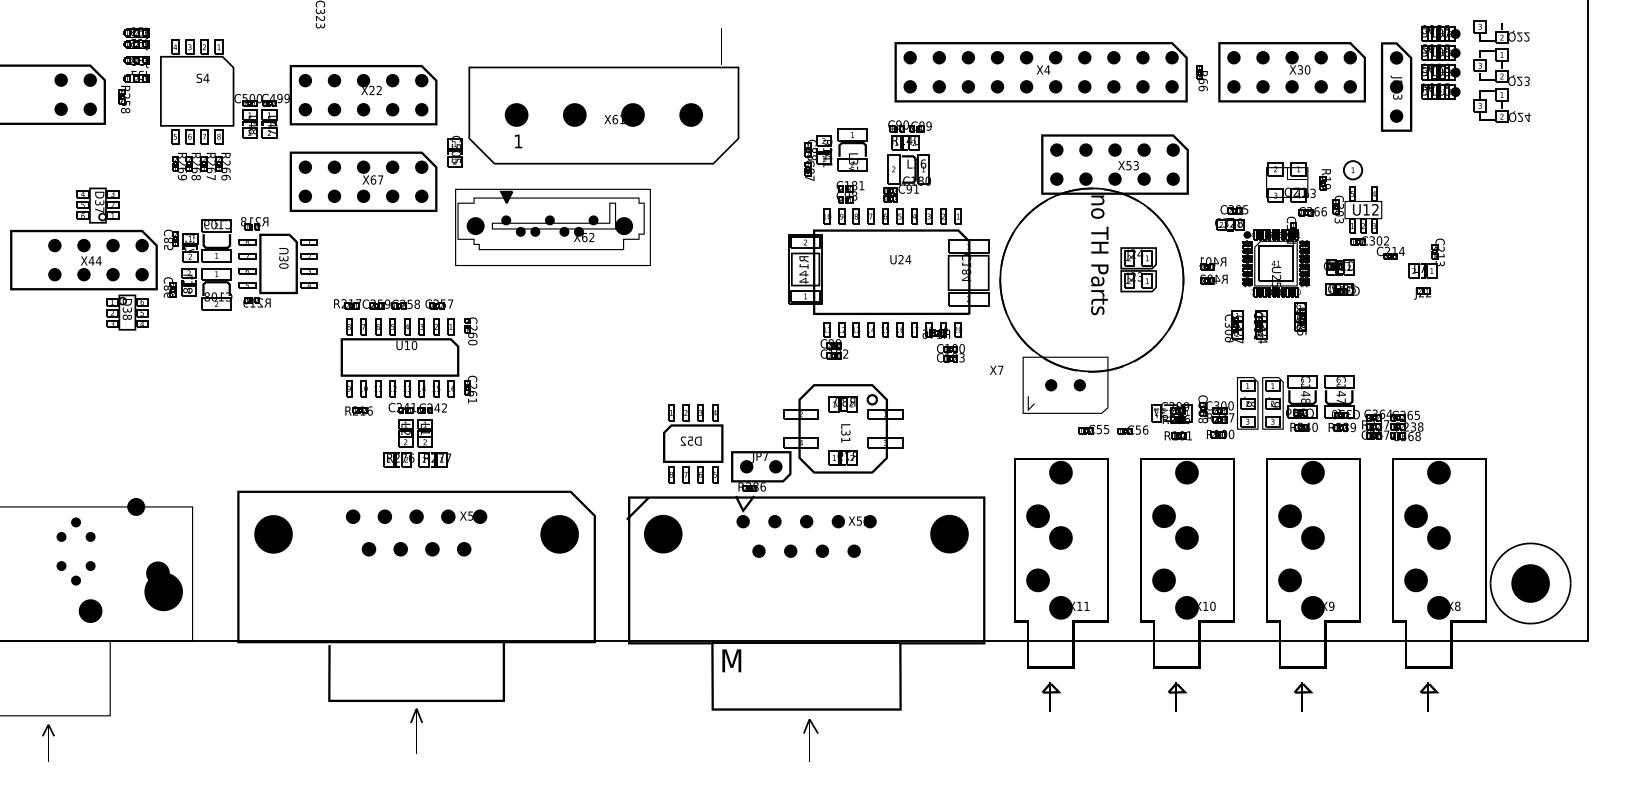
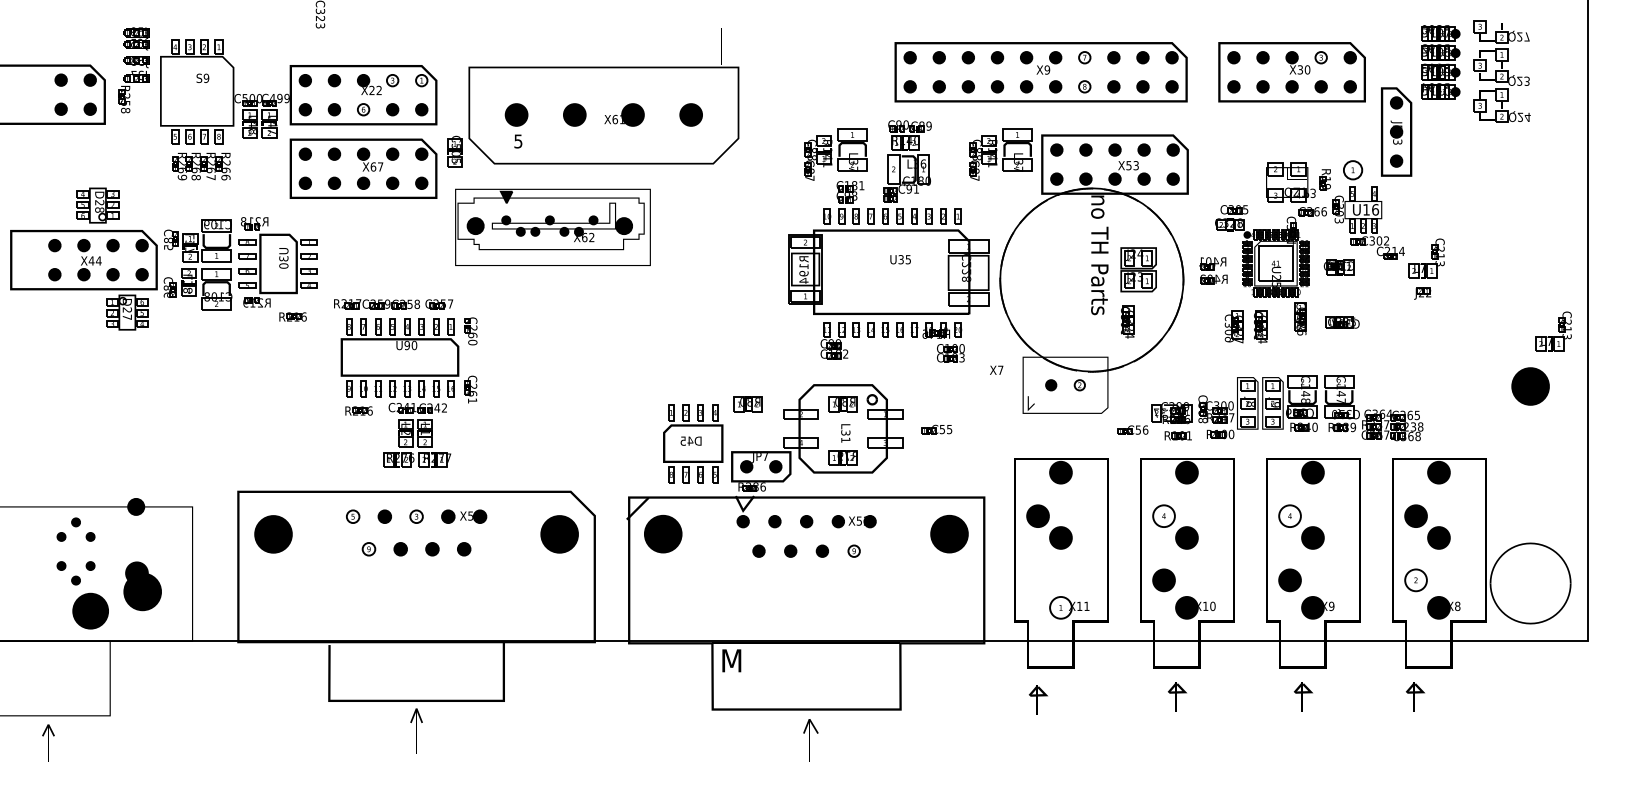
text at (1526, 36): Q22 -> Q27
fill at (1084, 57): present -> none
fill at (1320, 57): present -> none
text at (1047, 69): X4 -> X9
text at (206, 77): S4 -> S9
part at (1201, 78): present -> none
fill at (392, 80): present -> none
fill at (421, 80): present -> none
fill at (1084, 86): present -> none
part at (1396, 86) position: (1396, 86) -> (1396, 131)
fill at (363, 109): present -> none
text at (518, 141): 1 -> 5
part at (1000, 154): none -> present
part at (363, 181) position: (363, 181) -> (363, 168)
text at (99, 206): D37 -> D28
text at (1375, 209): U12 -> U16
text at (904, 259): U24 -> U35
text at (966, 271): C184 -> C228
text at (803, 273): R144 -> R194
part at (1342, 289) position: (1342, 289) -> (1342, 322)
text at (126, 313): D38 -> D27
part at (292, 316): none -> present
part at (1127, 321): none -> present
part at (1553, 331): none -> present
text at (406, 345): U10 -> U90
fill at (1079, 385): present -> none
part at (747, 404): none -> present
part at (1093, 429) position: (1093, 429) -> (936, 429)
text at (686, 440): D52 -> D45
fill at (352, 516): present -> none
fill at (416, 516): present -> none
fill at (1163, 516): present -> none
fill at (1289, 516): present -> none
fill at (368, 548): present -> none
fill at (853, 550): present -> none
part at (1037, 580): present -> none
fill at (1415, 580): present -> none
part at (1530, 583) position: (1530, 583) -> (1530, 386)
part at (163, 586) position: (163, 586) -> (142, 586)
fill at (1060, 607): present -> none
part at (90, 610) size: 25x24 px -> 37x38 px
part at (1050, 696) position: (1050, 696) -> (1037, 699)
part at (1429, 696) position: (1429, 696) -> (1415, 696)
